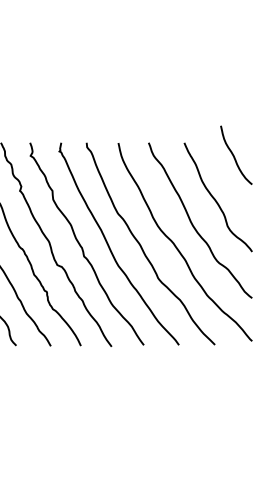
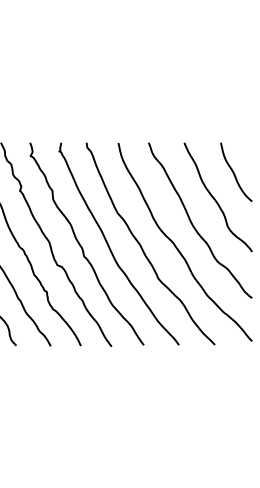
curve at (234, 155) position: (234, 155) -> (234, 172)
